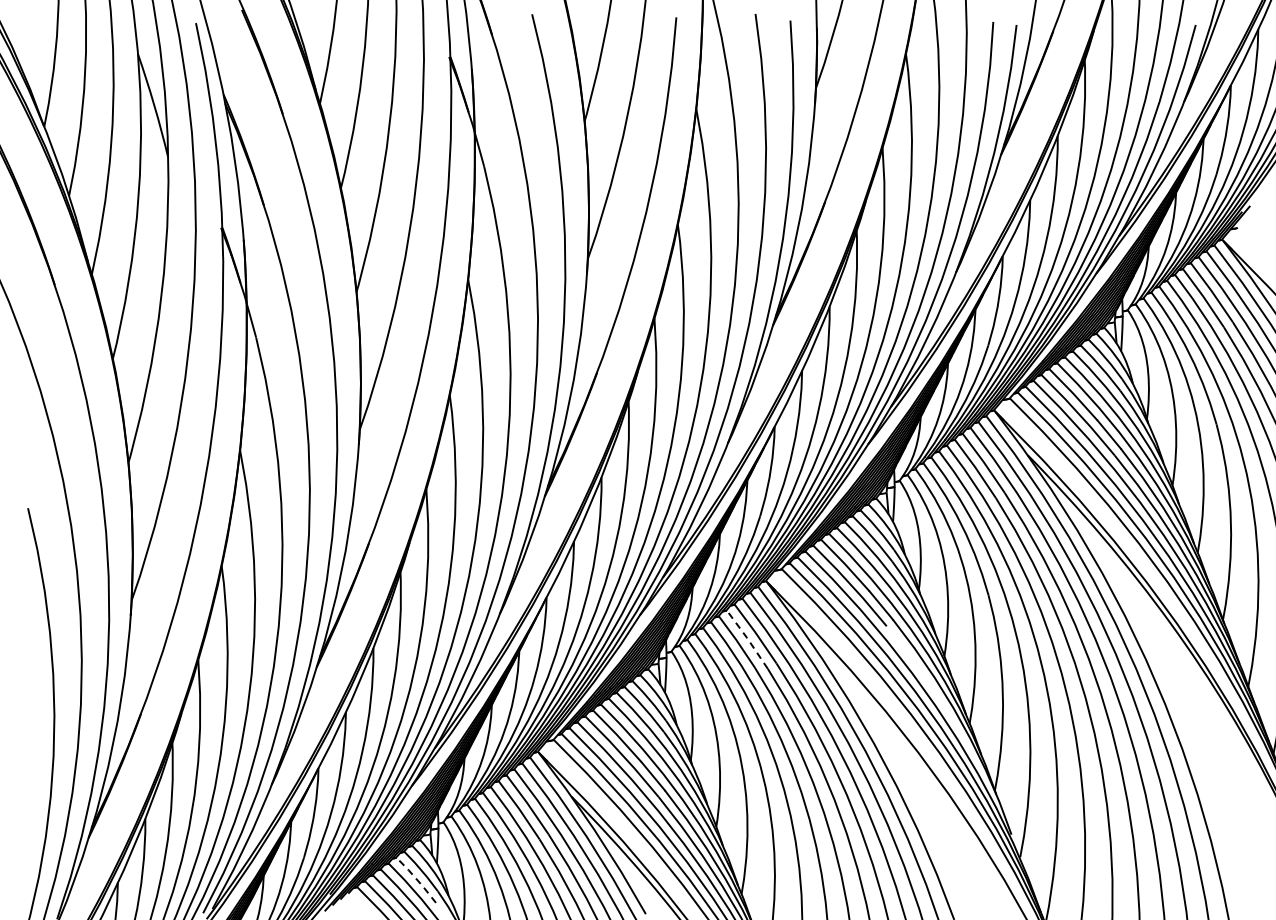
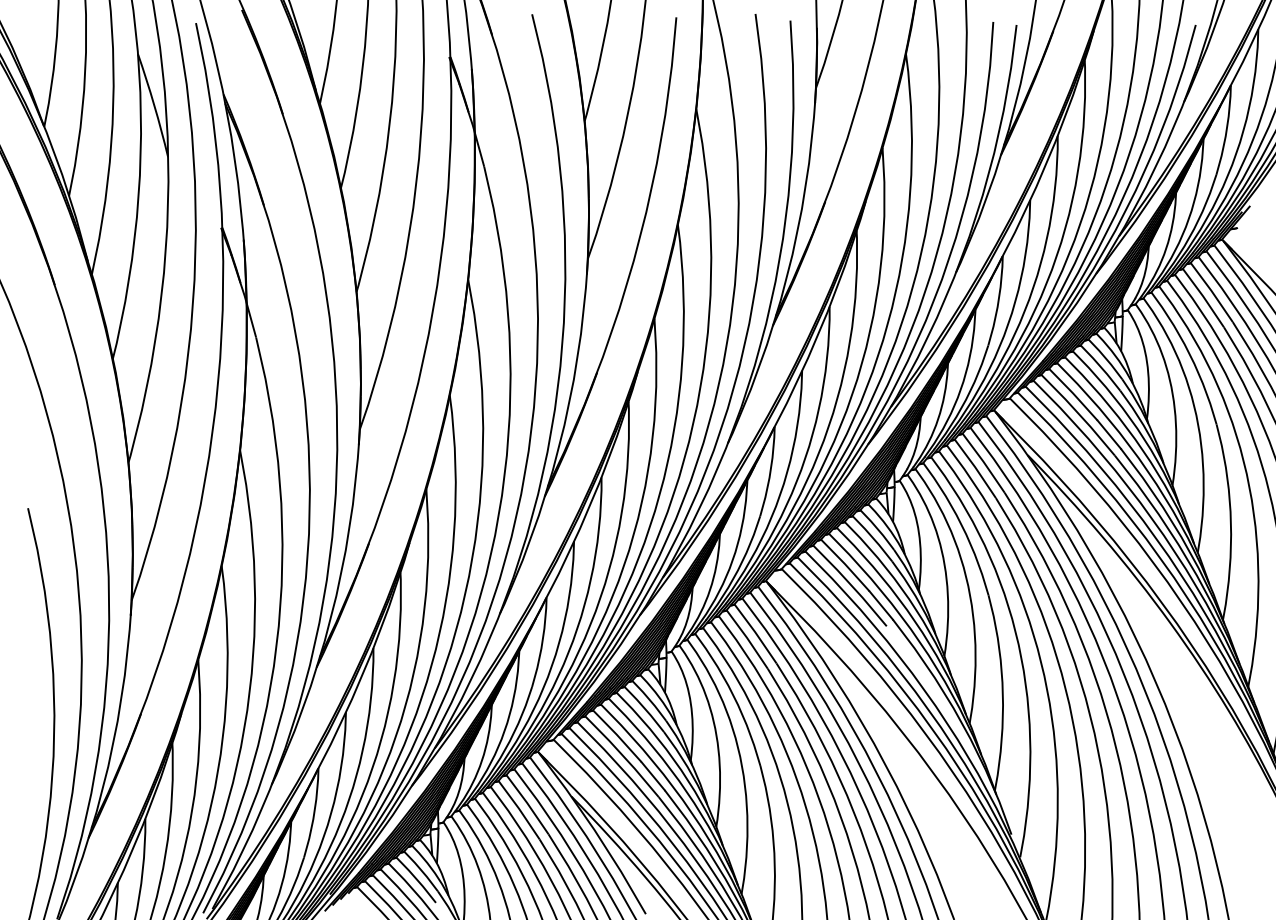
line at (747, 638): dashed -> solid
line at (417, 879): dashed -> solid
